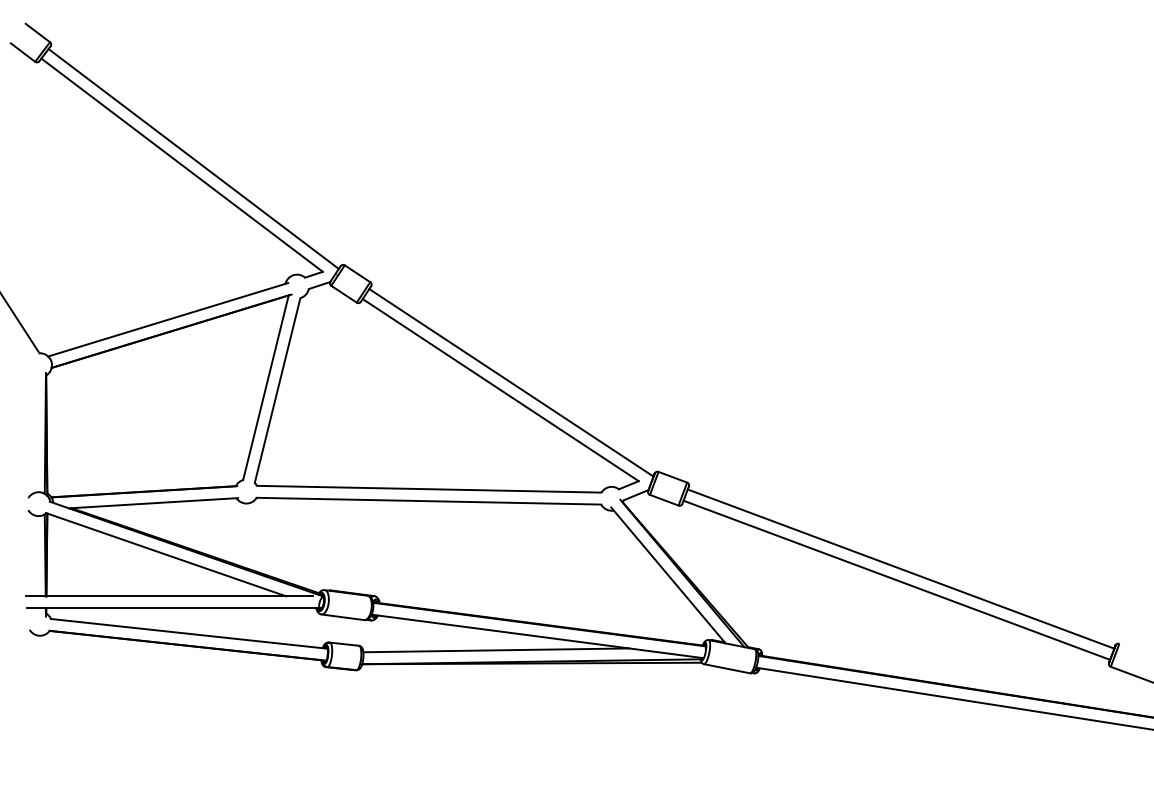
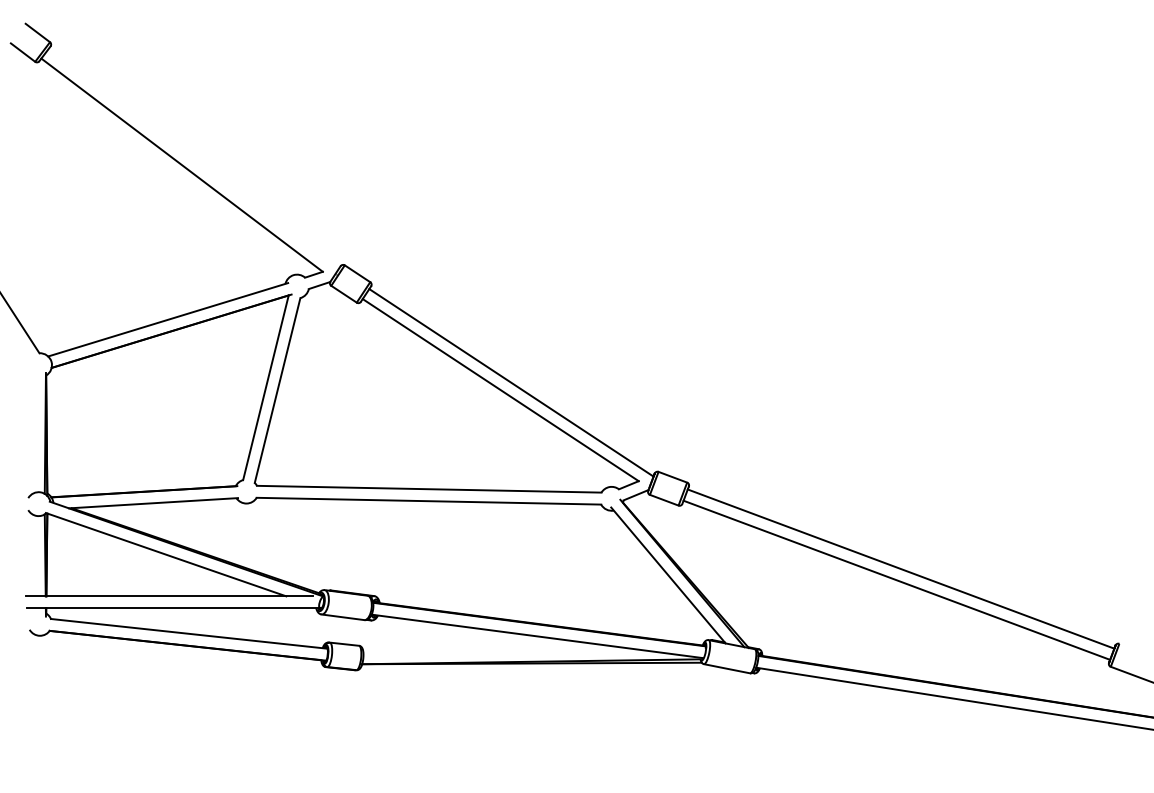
line at (193, 158): present -> none
line at (496, 650): present -> none
